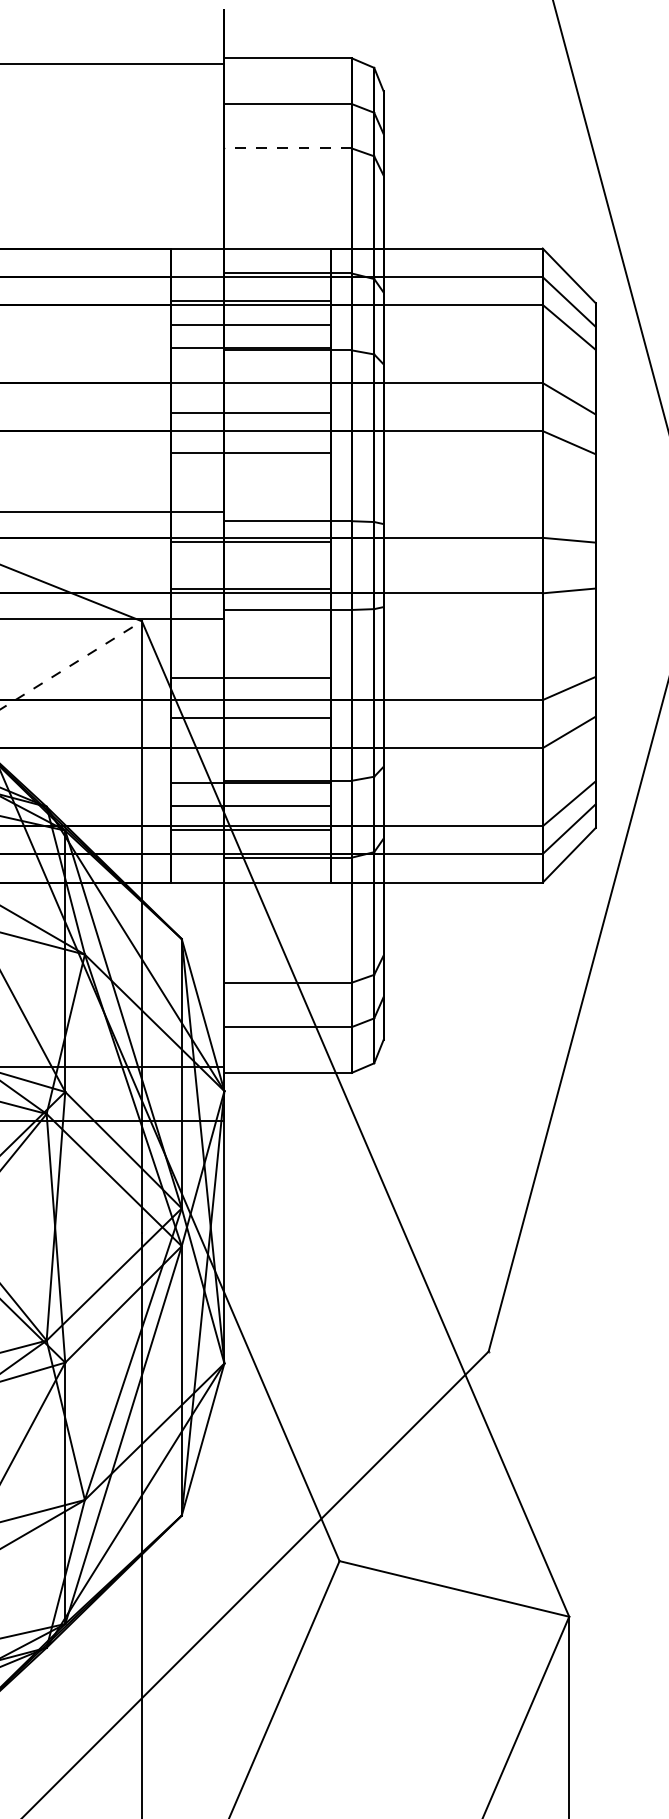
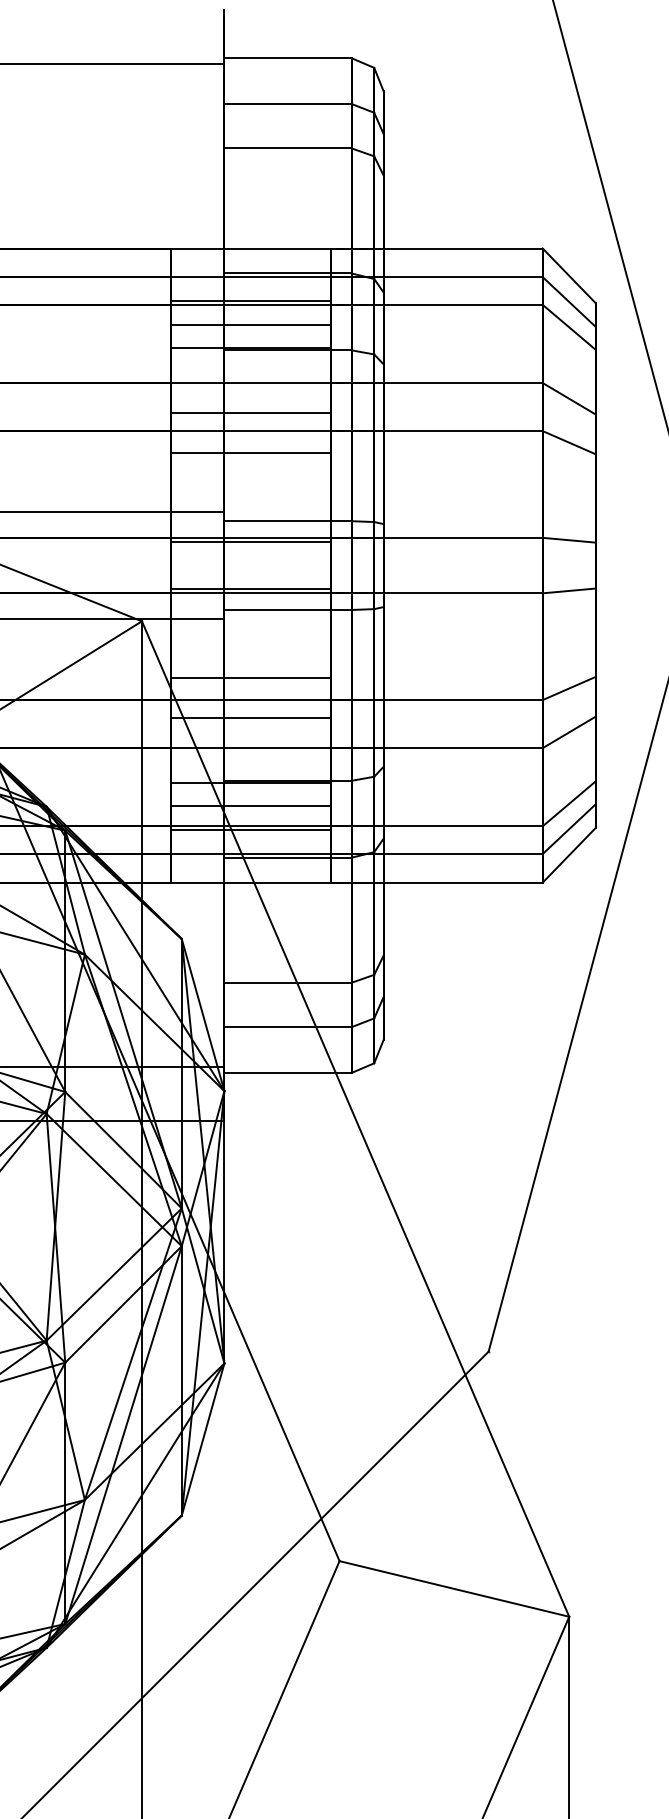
line at (288, 148): dashed -> solid
line at (71, 665): dashed -> solid
